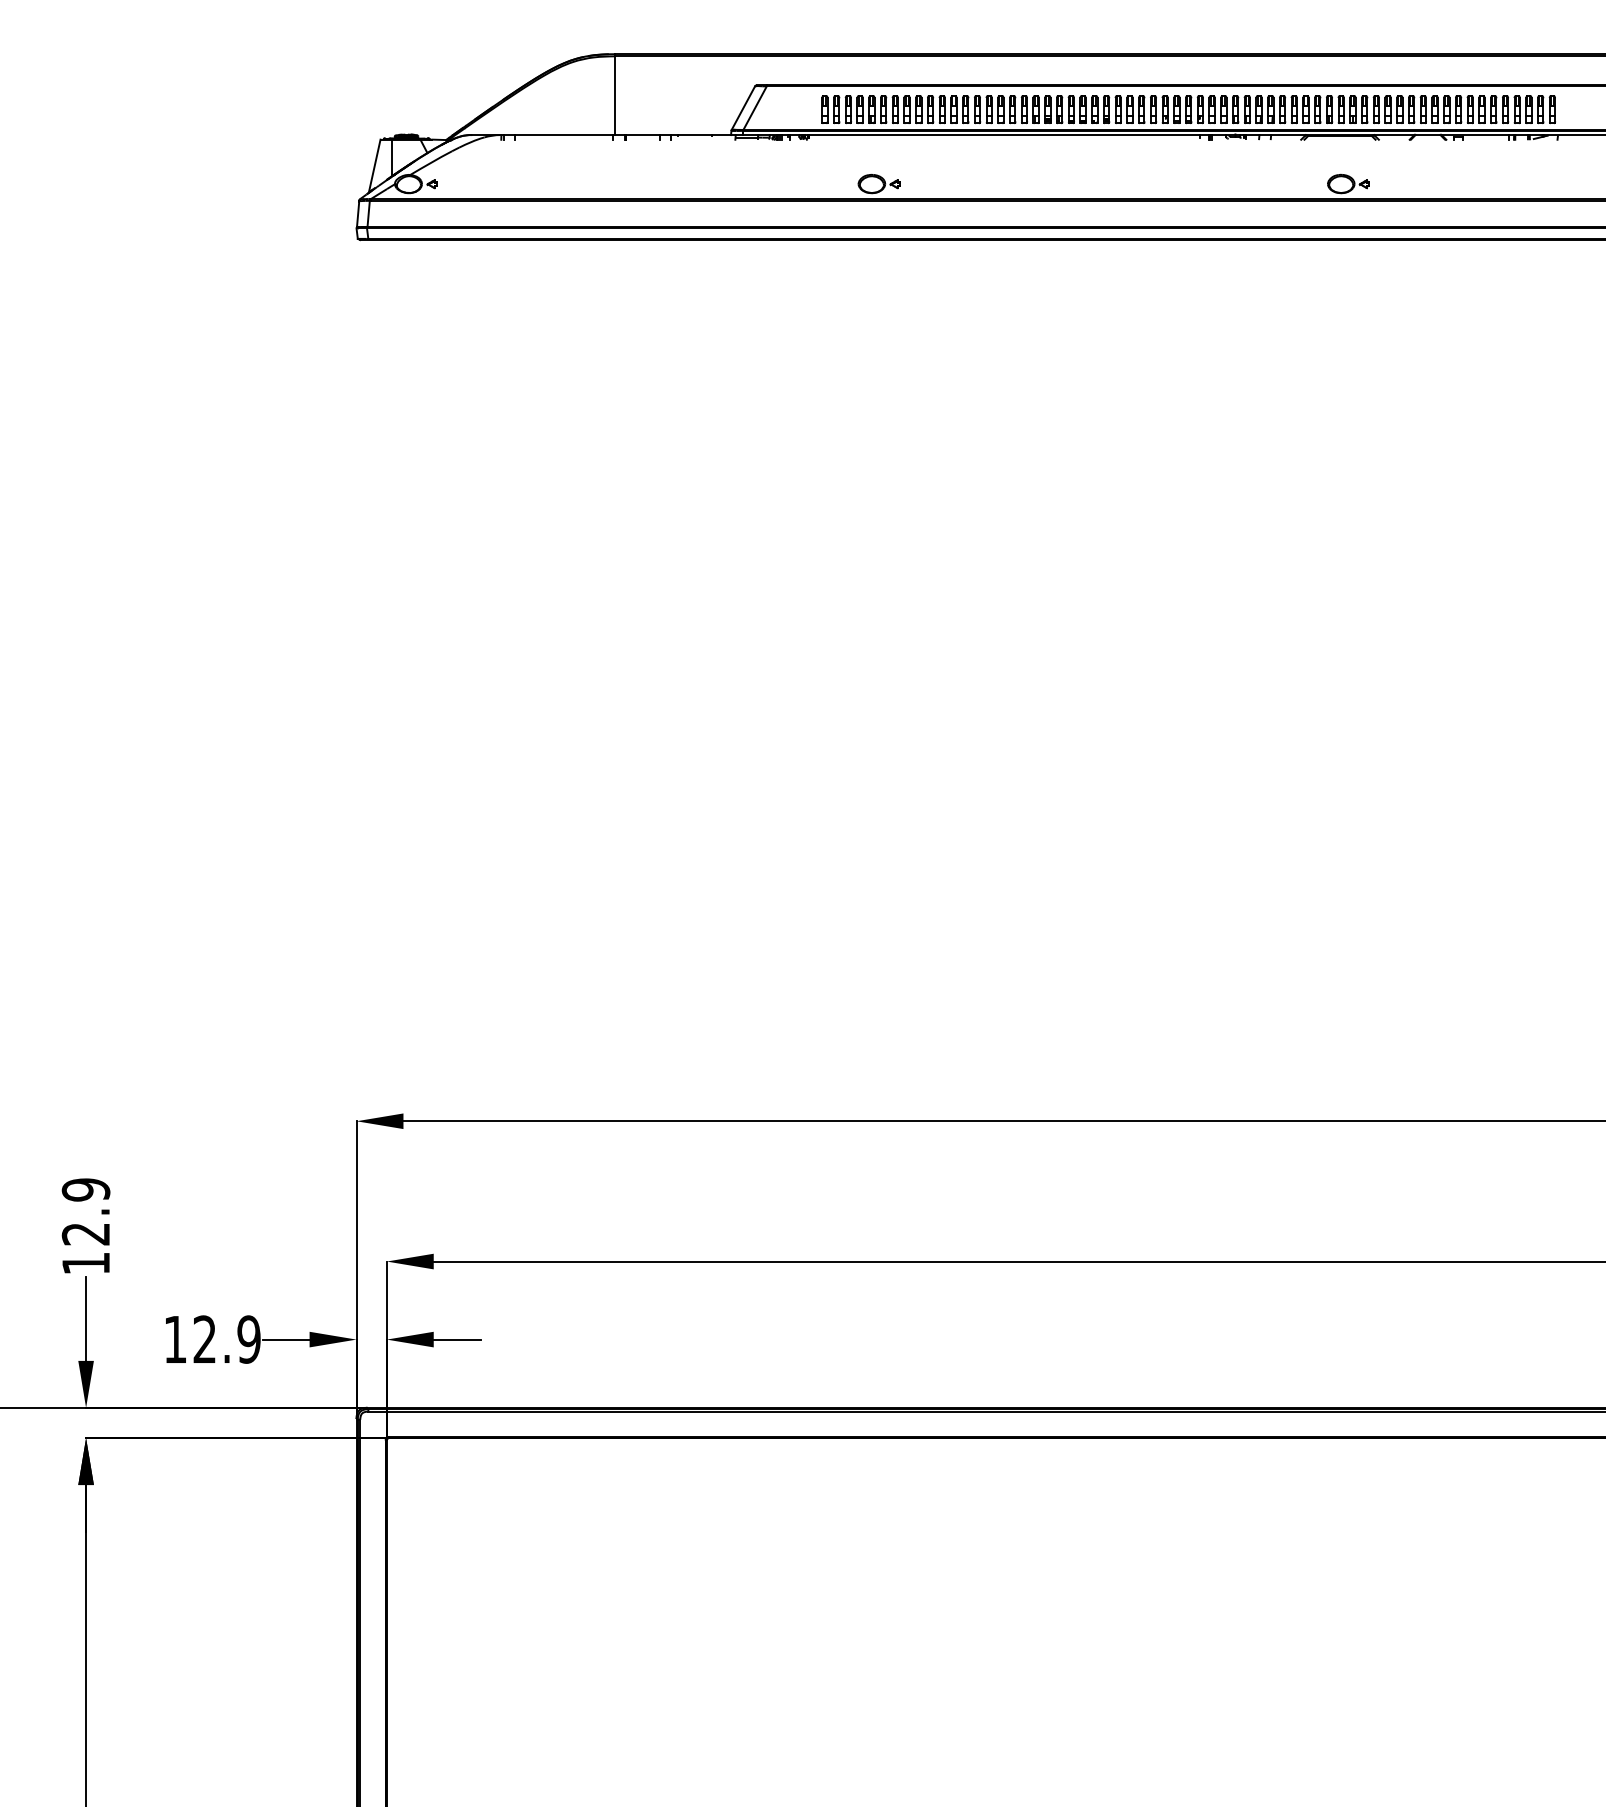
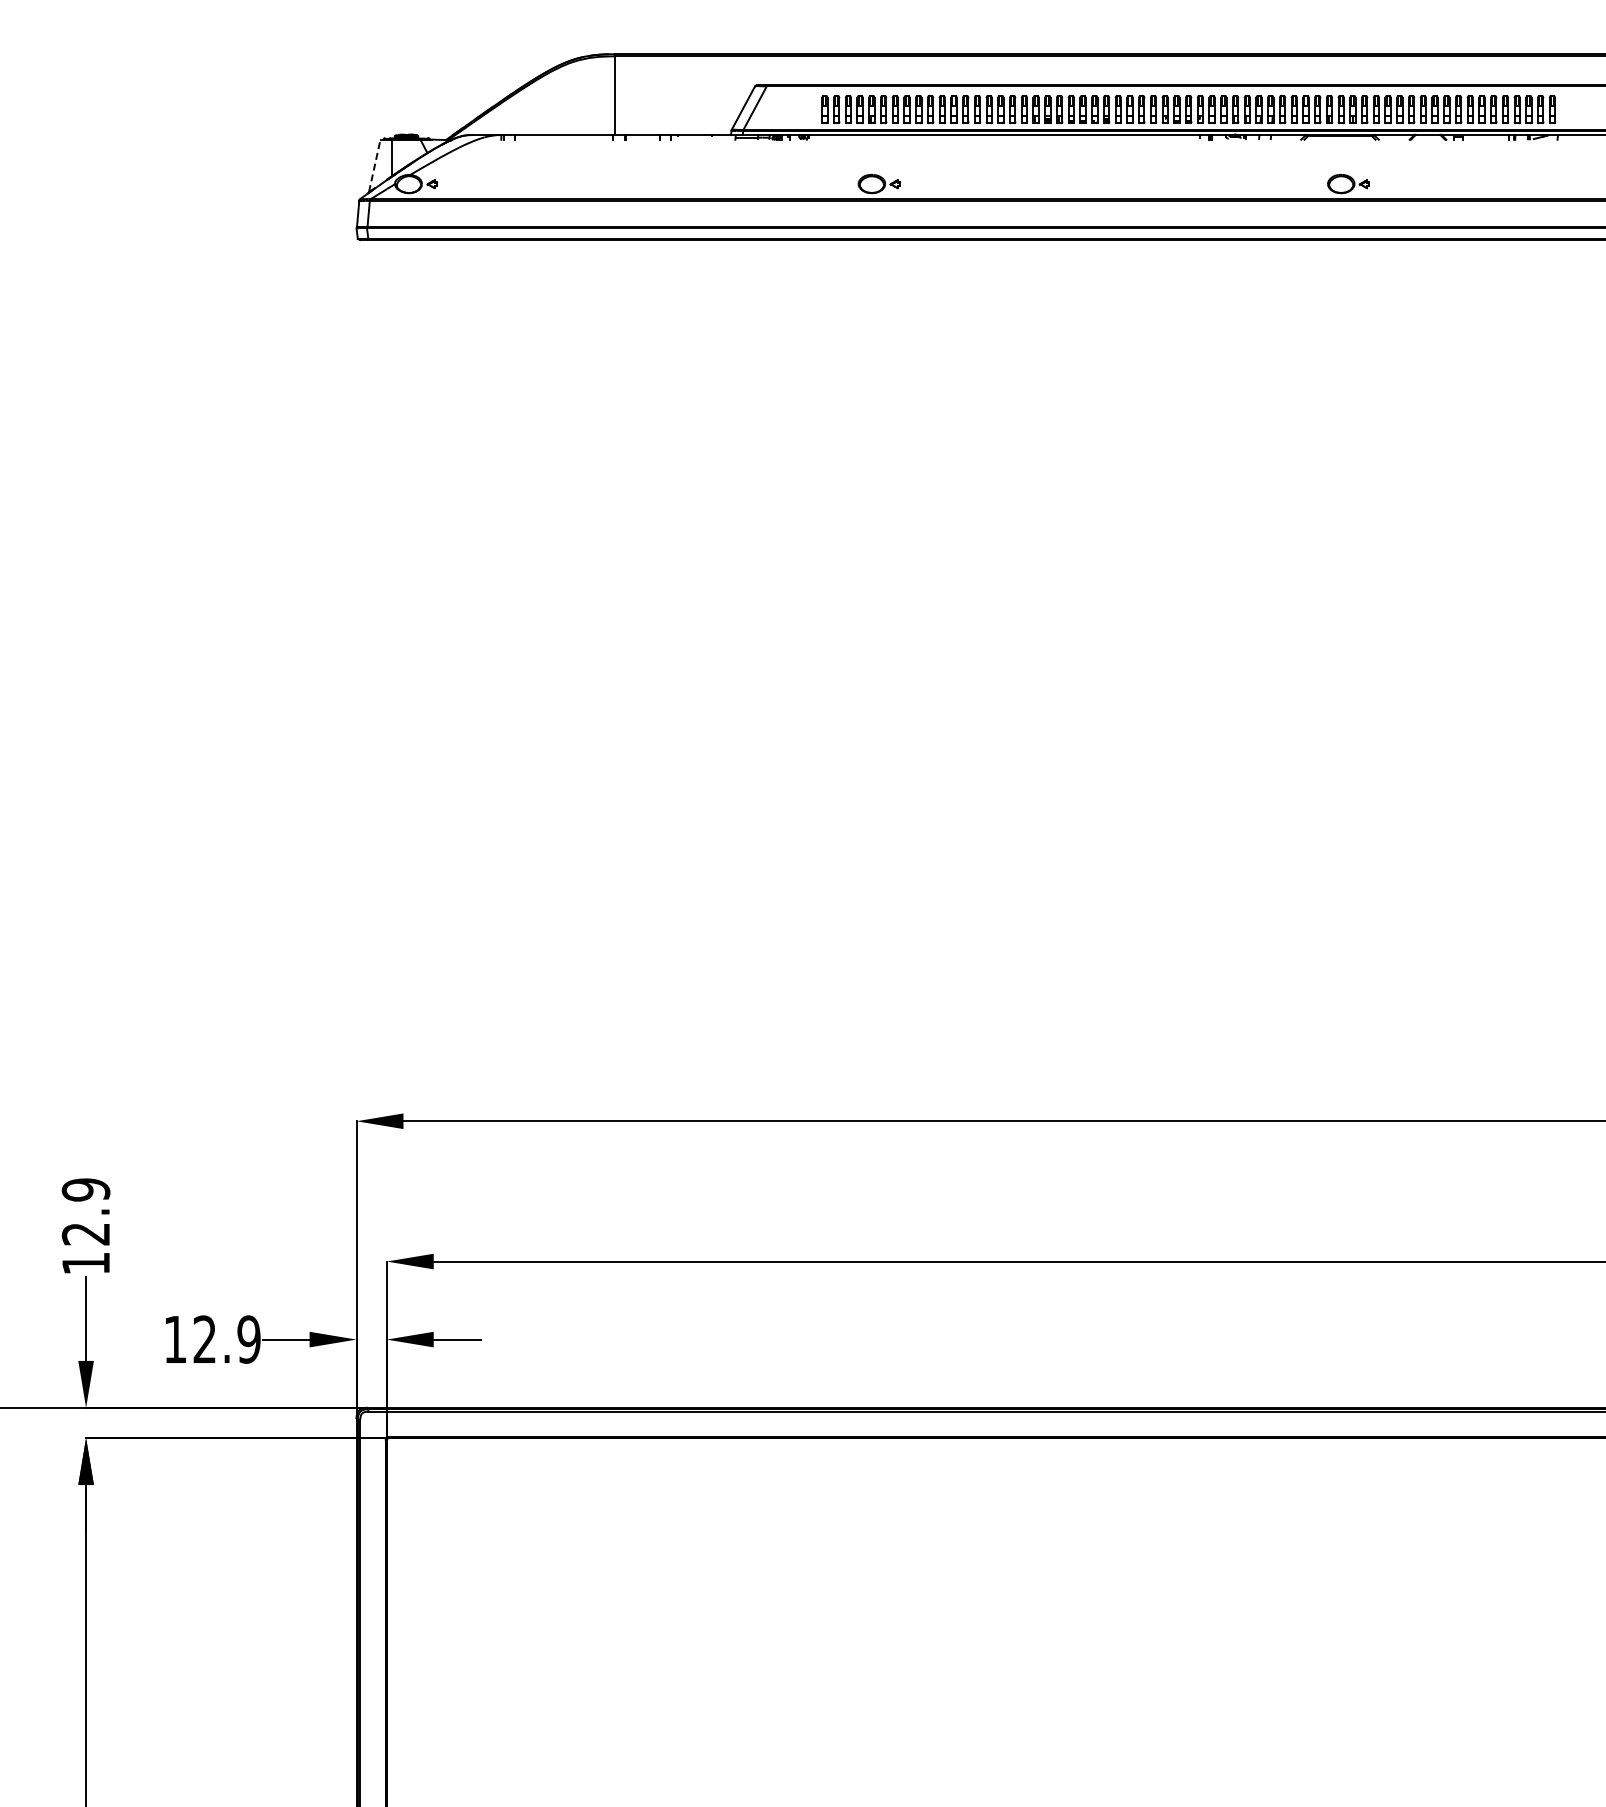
line at (374, 165): solid -> dashed
